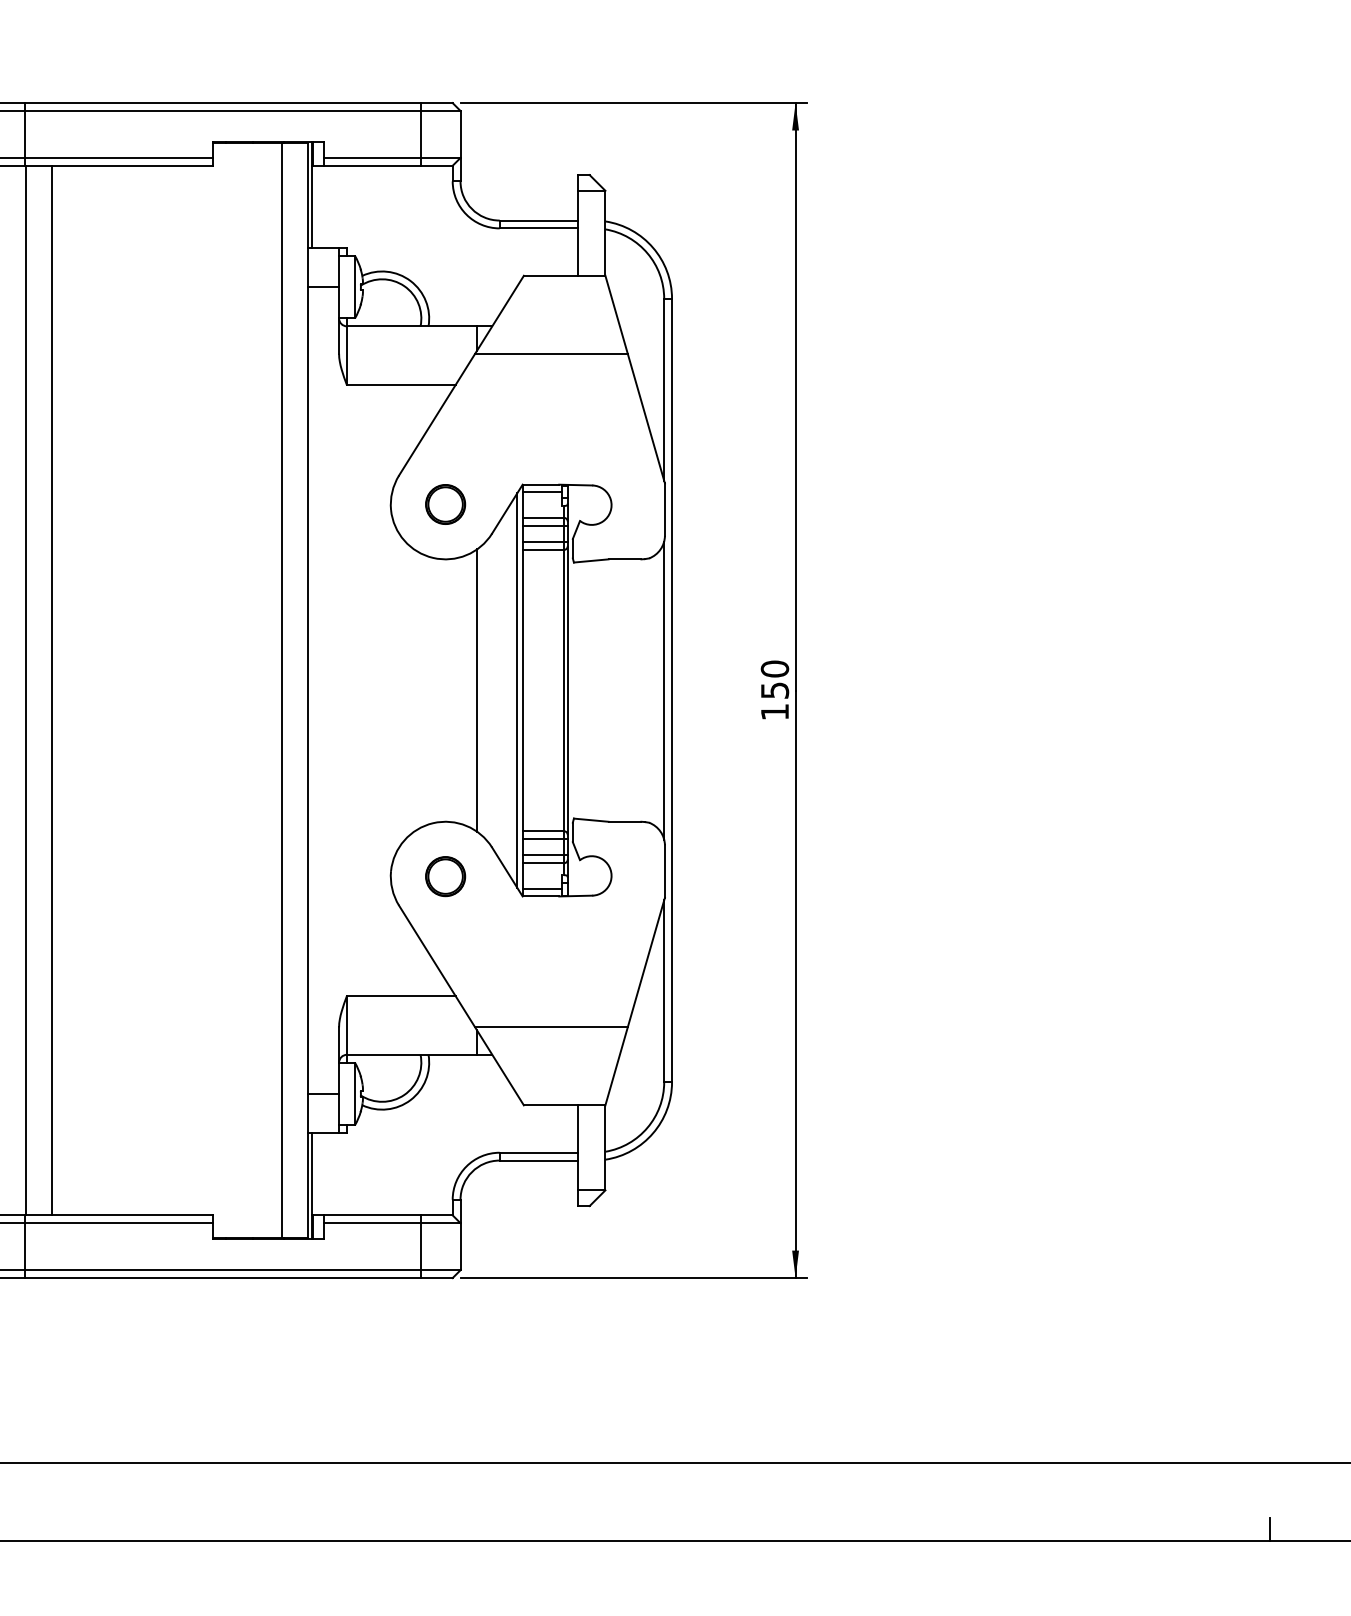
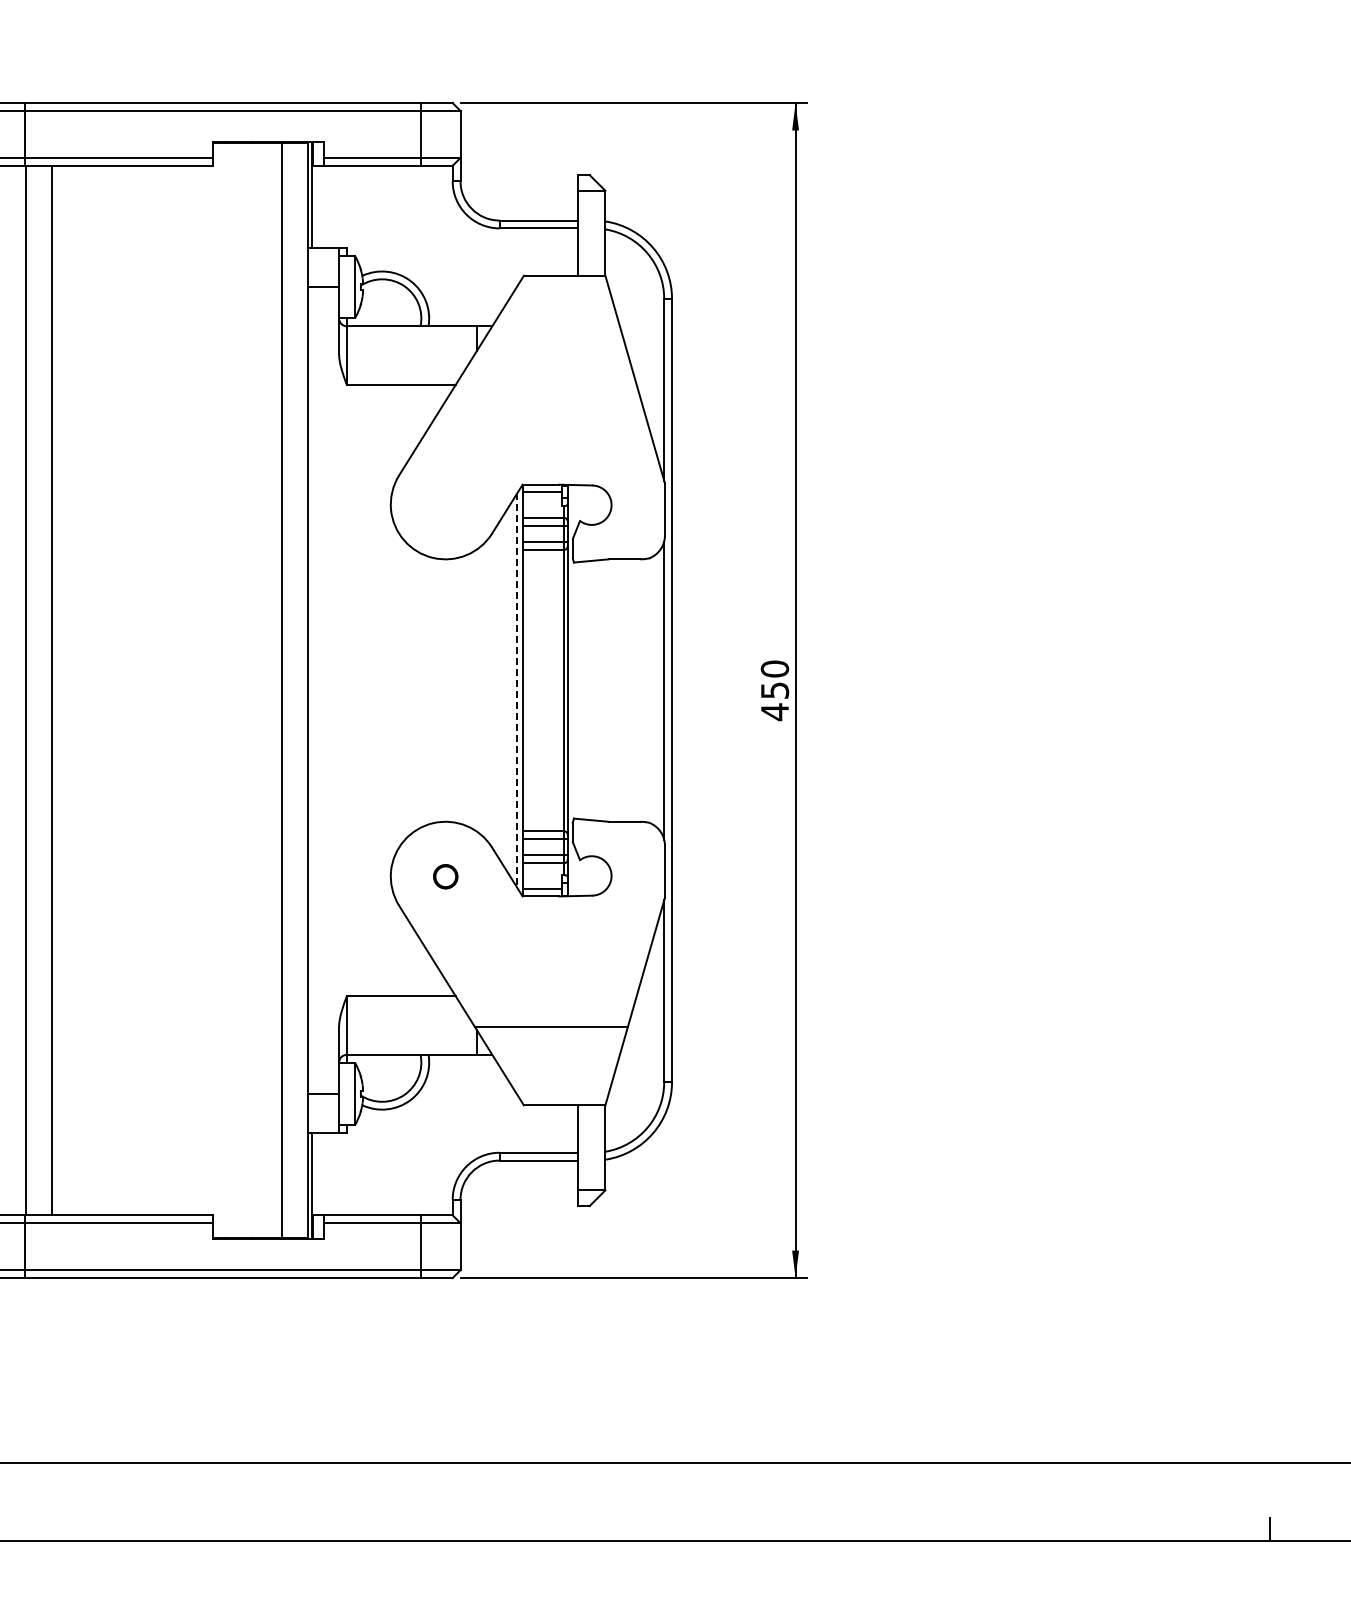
line at (550, 354): present -> none
part at (445, 504): present -> none
line at (476, 690): present -> none
line at (517, 691): solid -> dashed
text at (774, 712): 150 -> 450
part at (445, 876) size: 42x42 px -> 26x26 px
